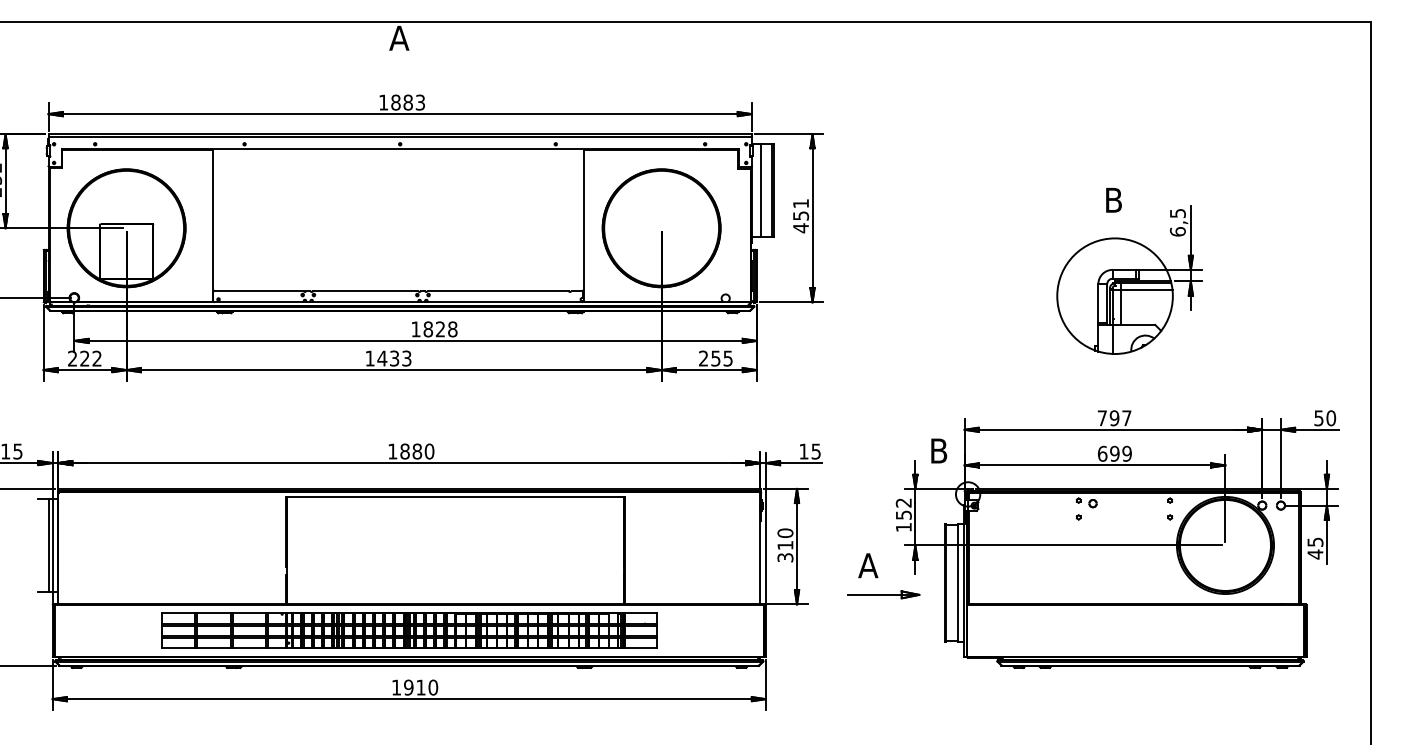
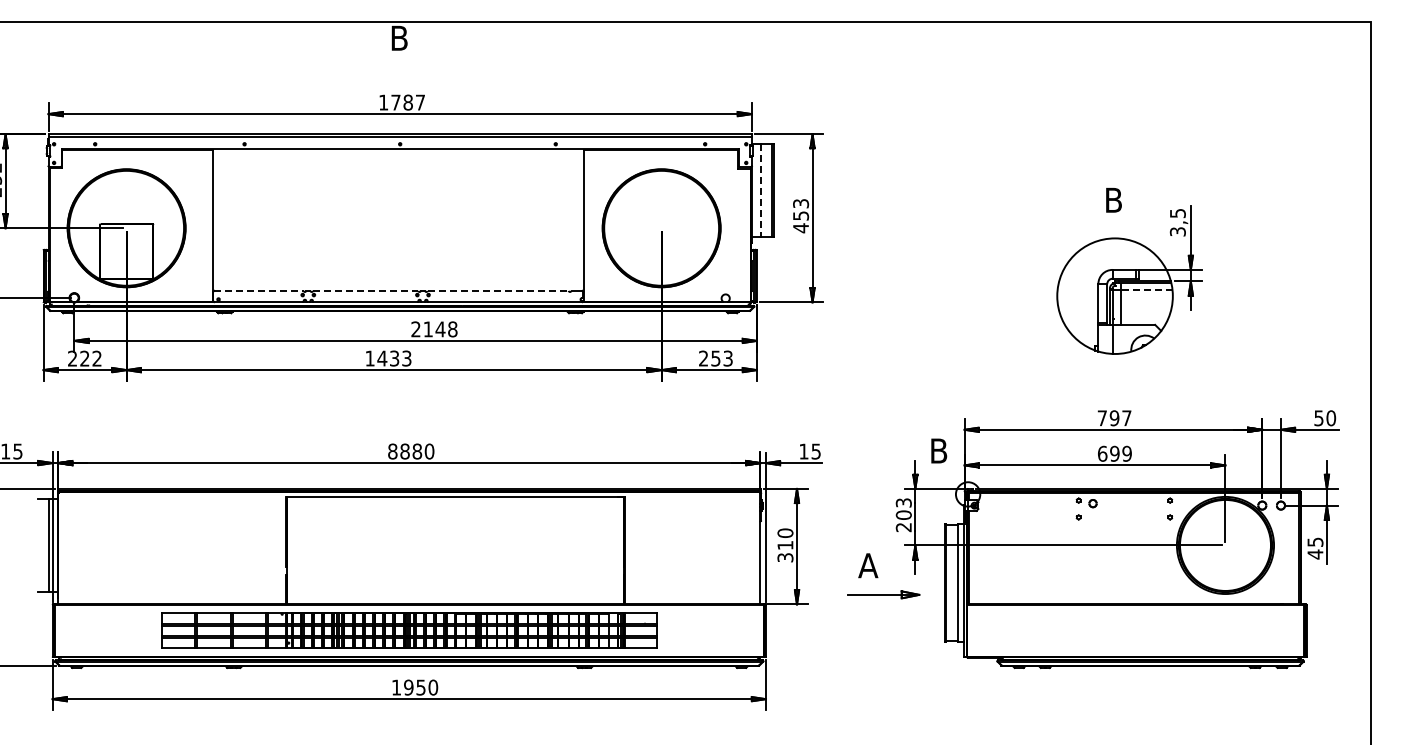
text at (399, 37): A -> B
text at (407, 102): 1883 -> 1787
line at (760, 190): solid -> dashed
text at (801, 203): 451 -> 453
text at (1177, 231): 6,5 -> 3,5
line at (258, 290): solid -> dashed
line at (365, 290): solid -> dashed
line at (498, 290): solid -> dashed
line at (1146, 290): solid -> dashed
text at (428, 329): 1828 -> 2148
text at (728, 357): 255 -> 253
text at (392, 451): 1880 -> 8880
text at (903, 515): 152 -> 203
text at (420, 687): 1910 -> 1950
